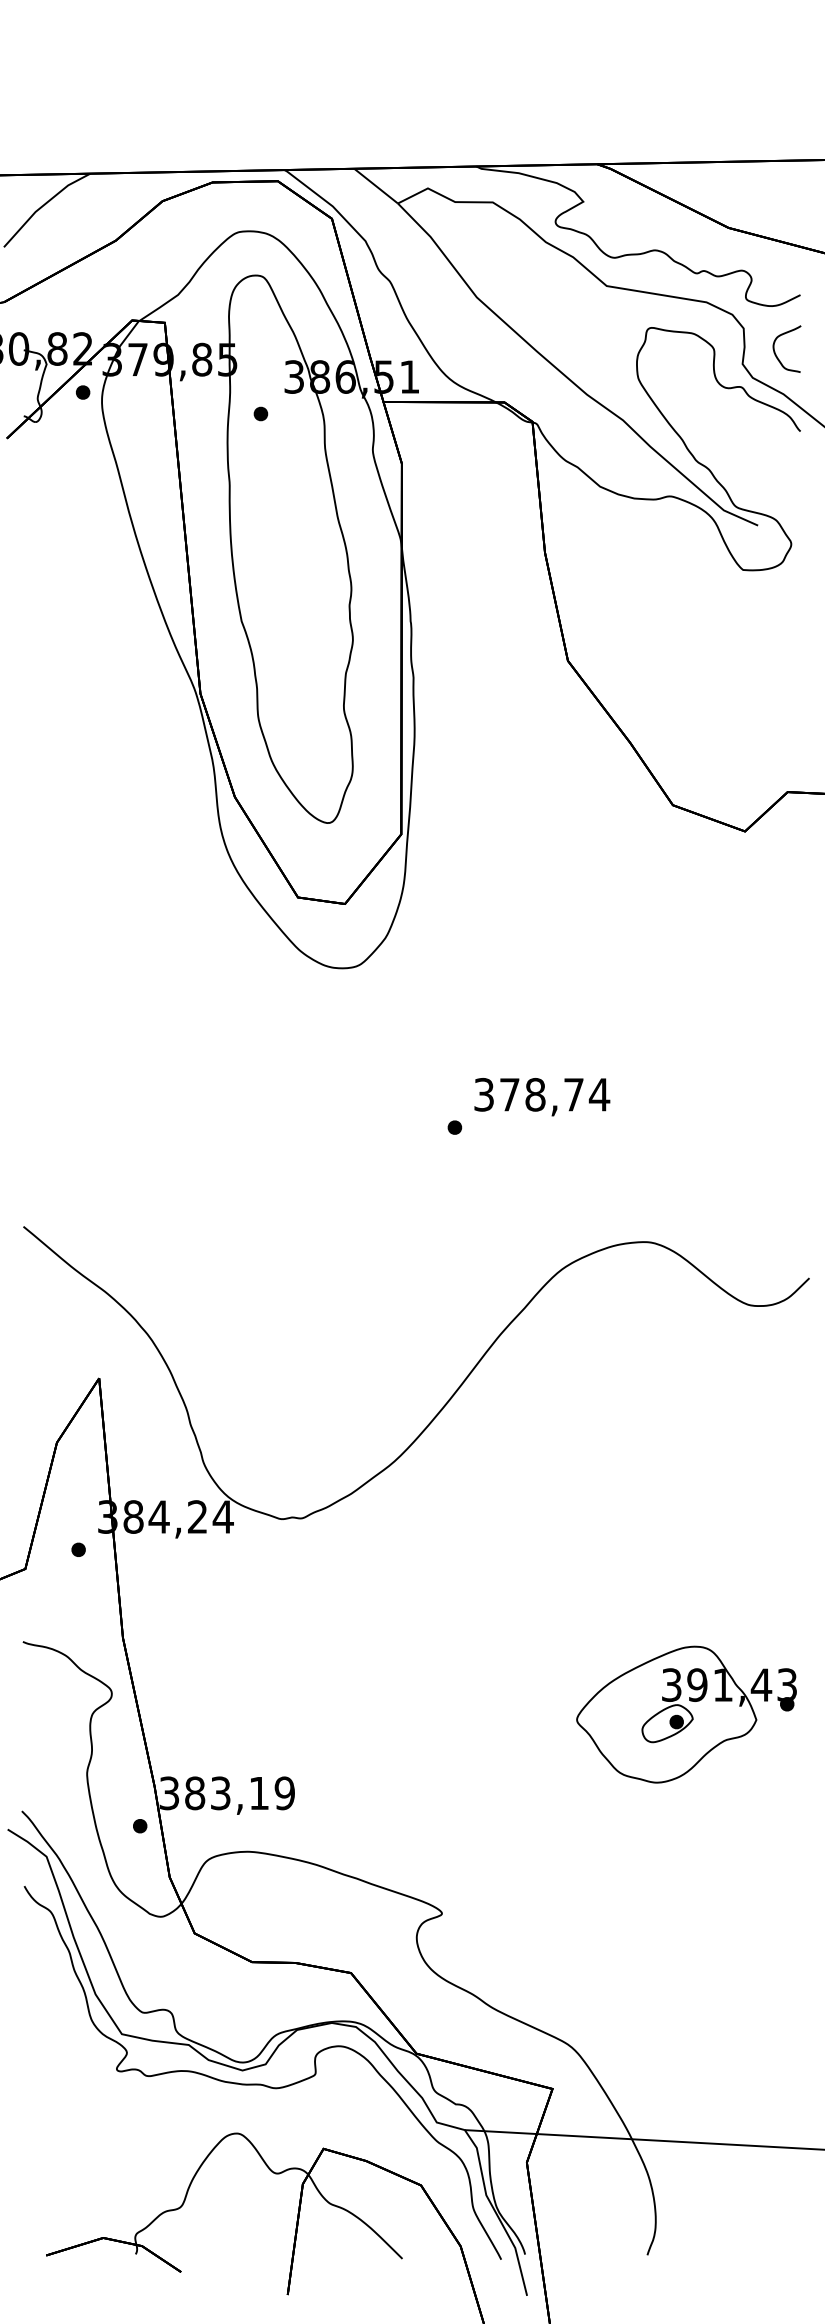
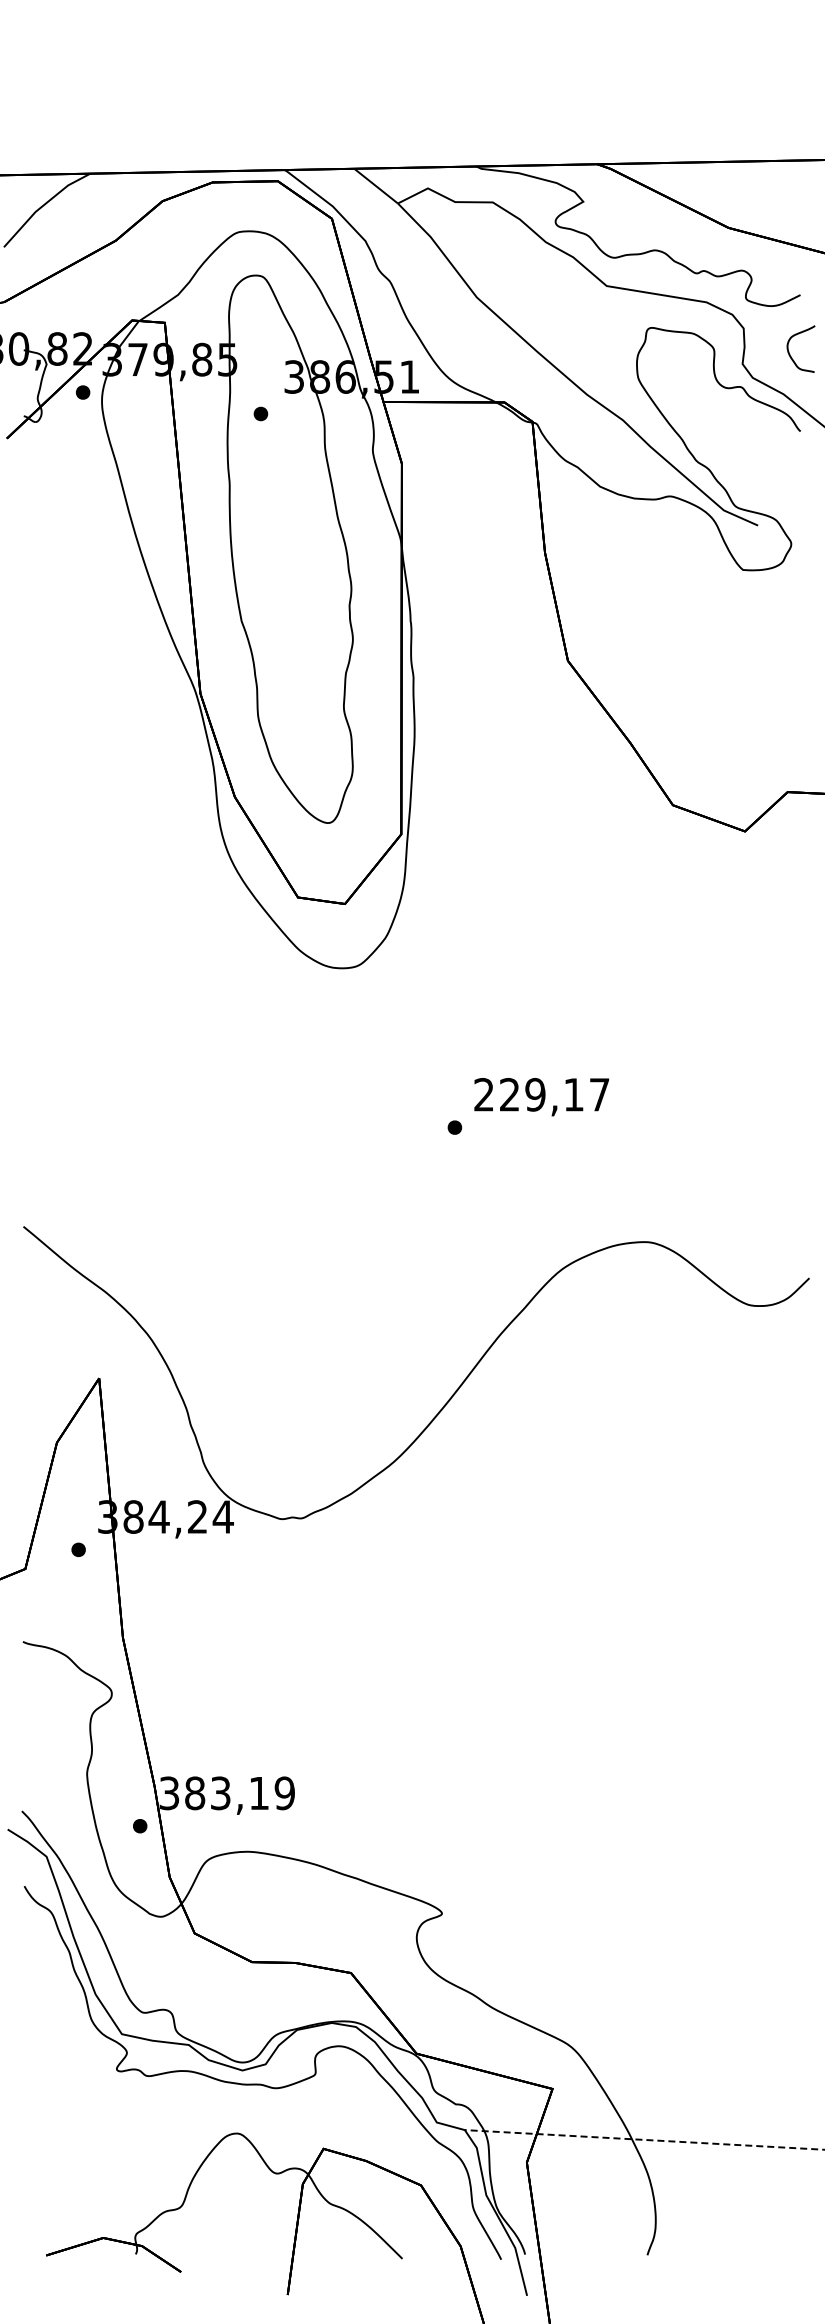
curve at (775, 351) position: (775, 351) -> (789, 351)
text at (542, 1094): 378,74 -> 229,17
part at (686, 1714): present -> none
line at (644, 2139): solid -> dashed
